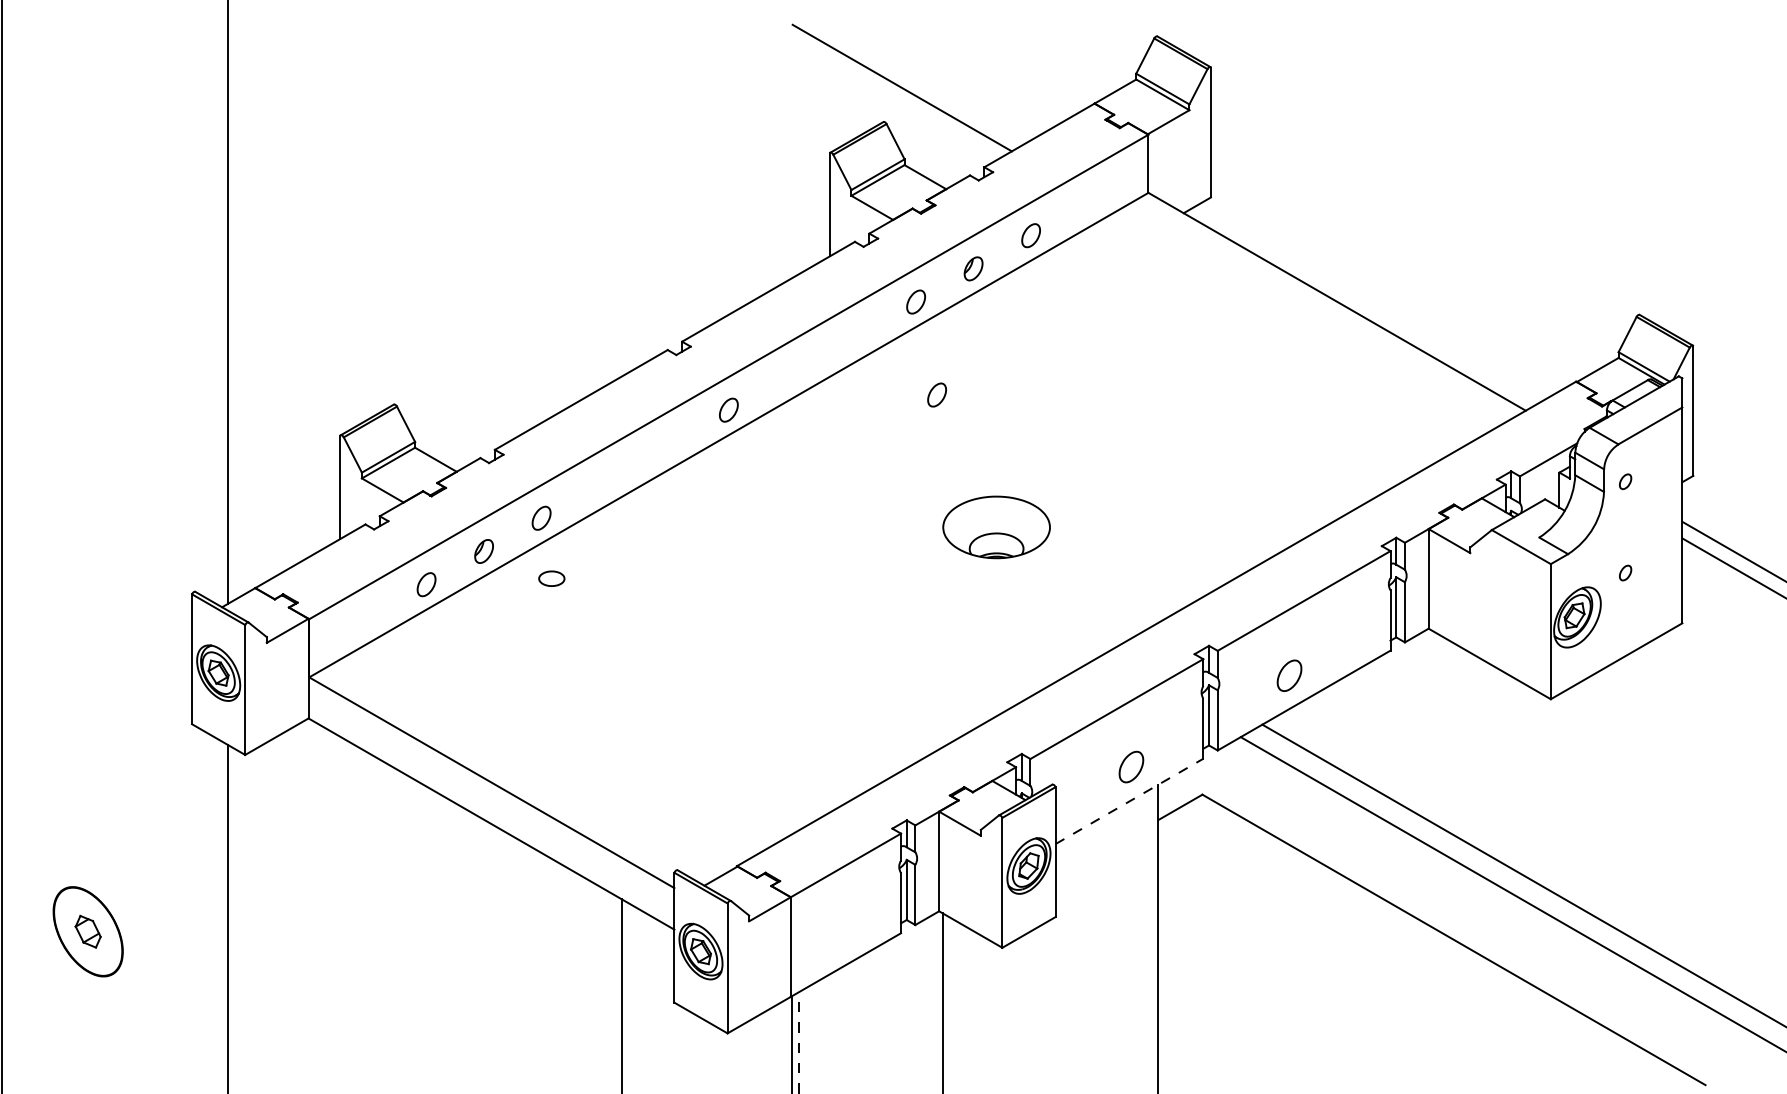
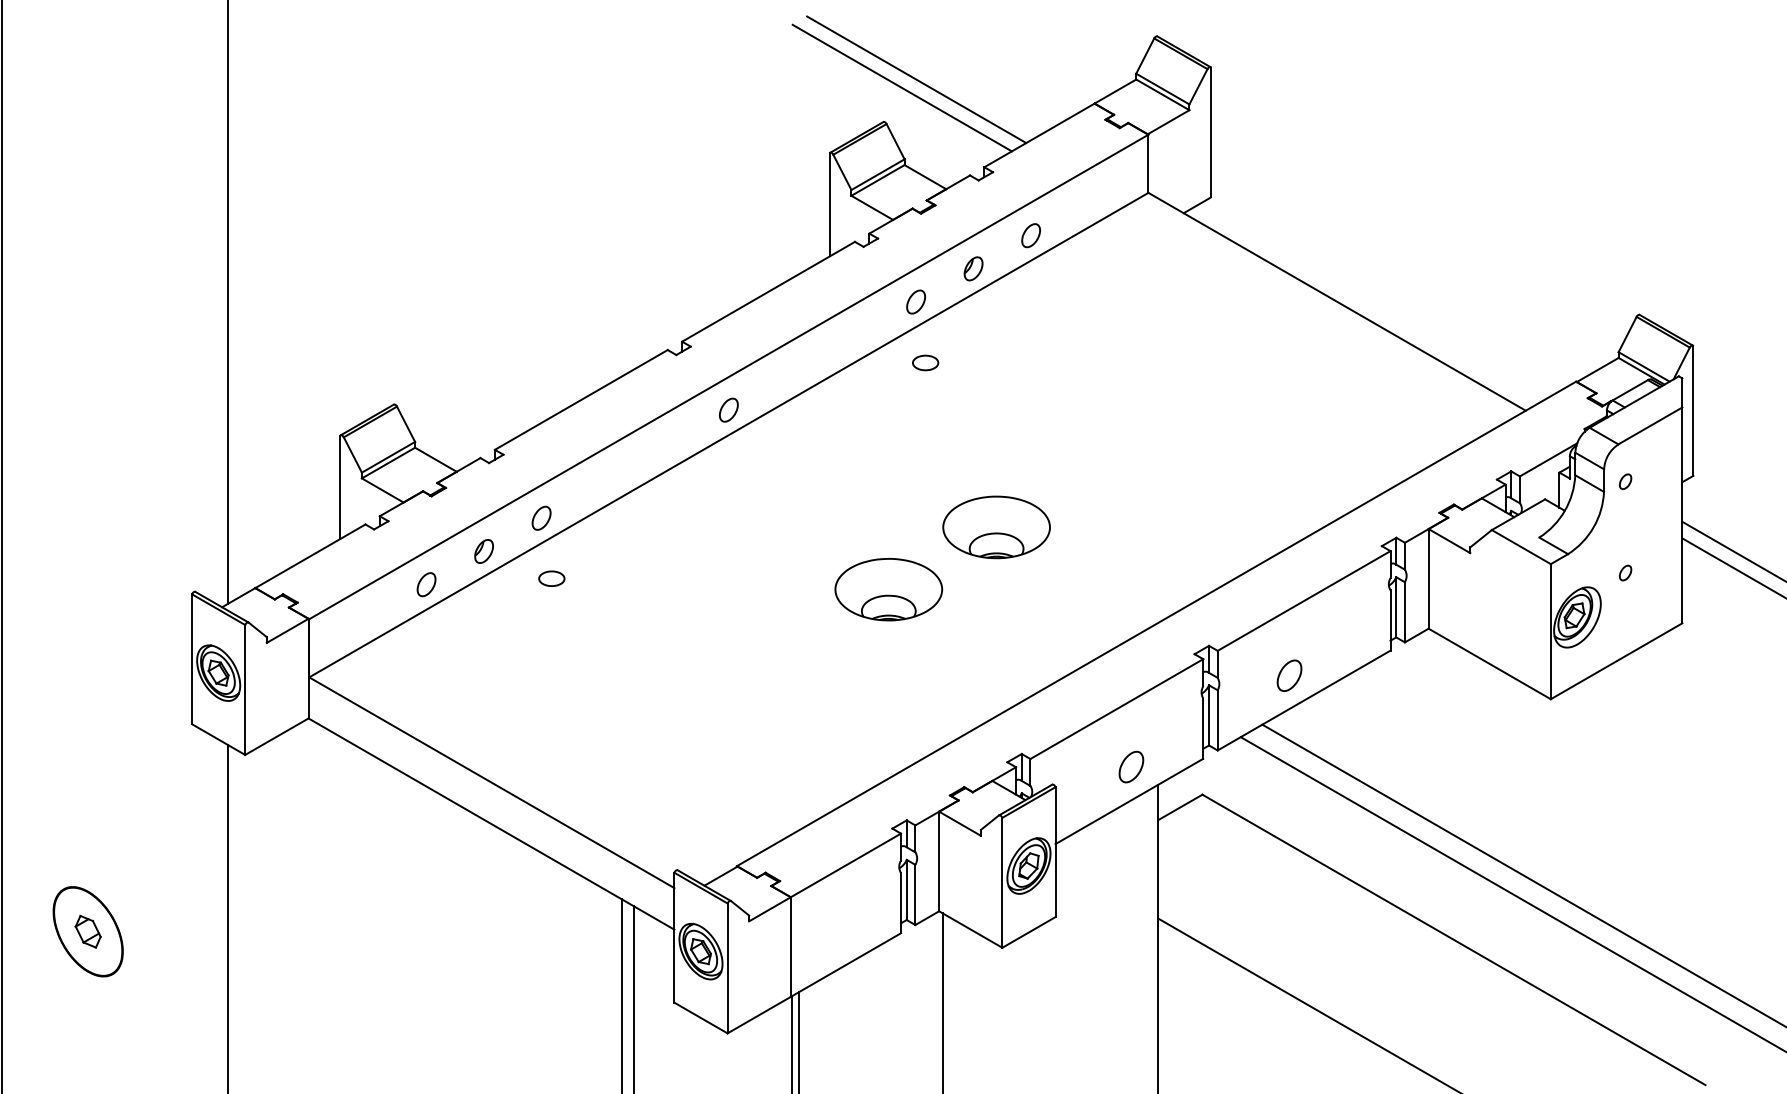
line at (916, 79): none -> present
part at (925, 362): none -> present
part at (936, 394): present -> none
part at (888, 589): none -> present
line at (1129, 801): dashed -> solid
line at (633, 998): none -> present
line at (1307, 1004): none -> present
line at (798, 1043): dashed -> solid
